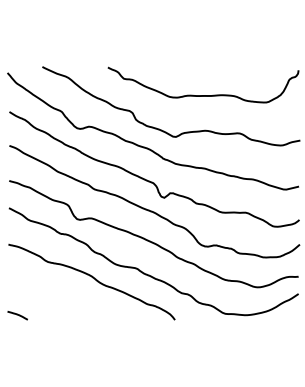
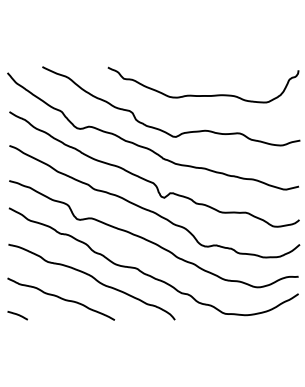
curve at (61, 298): none -> present
